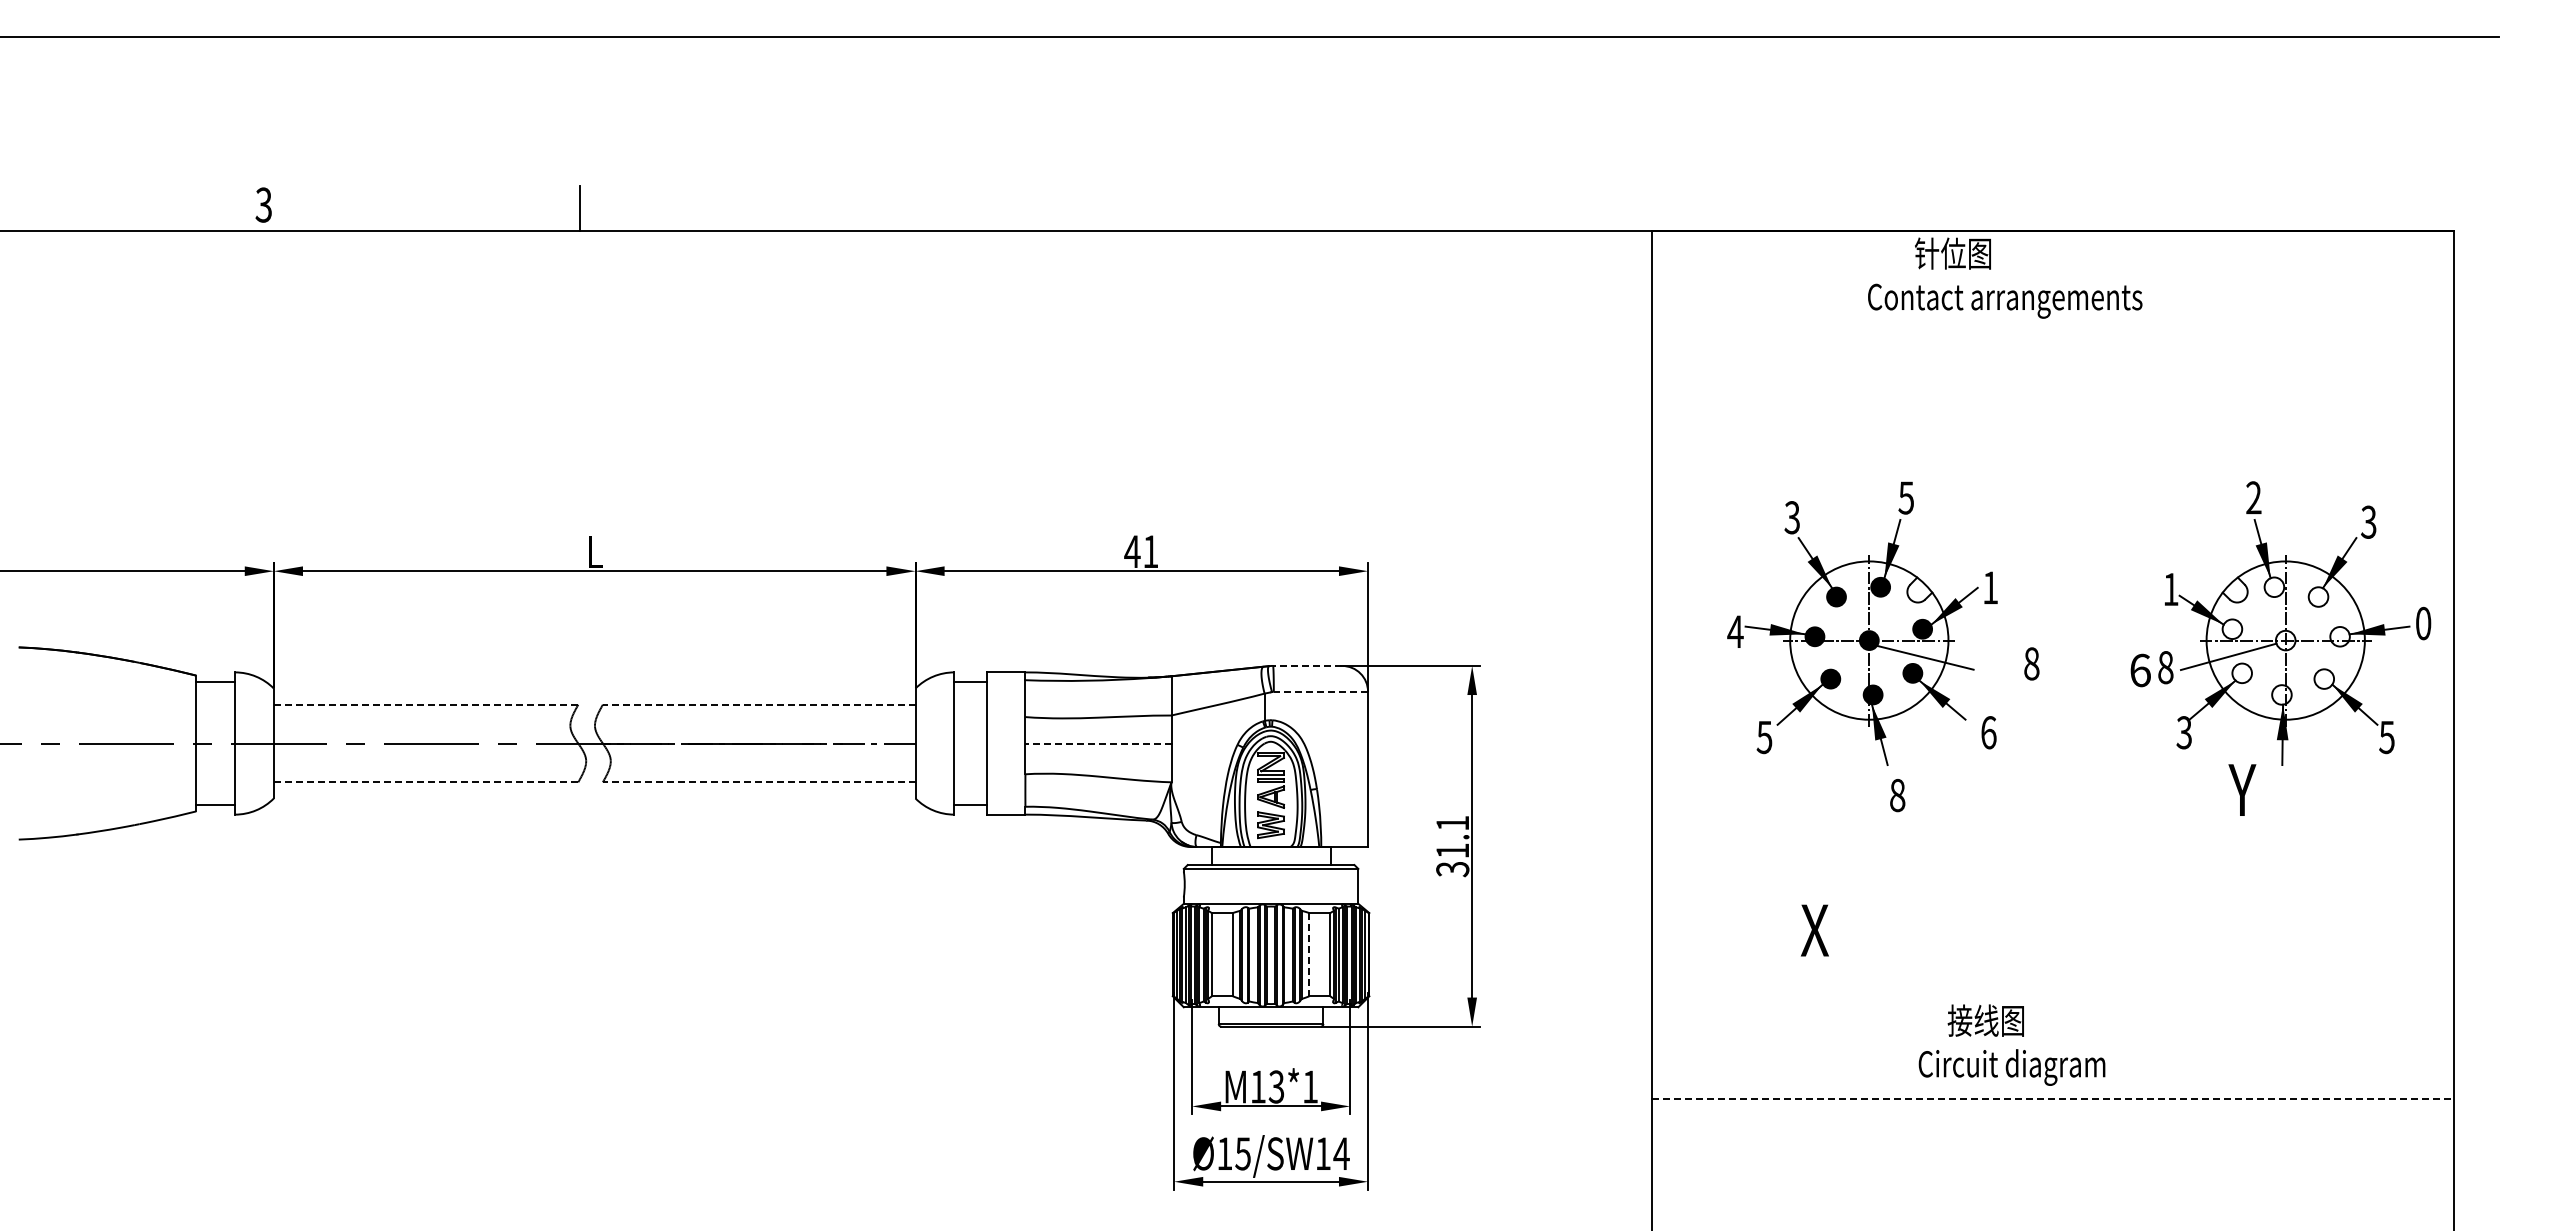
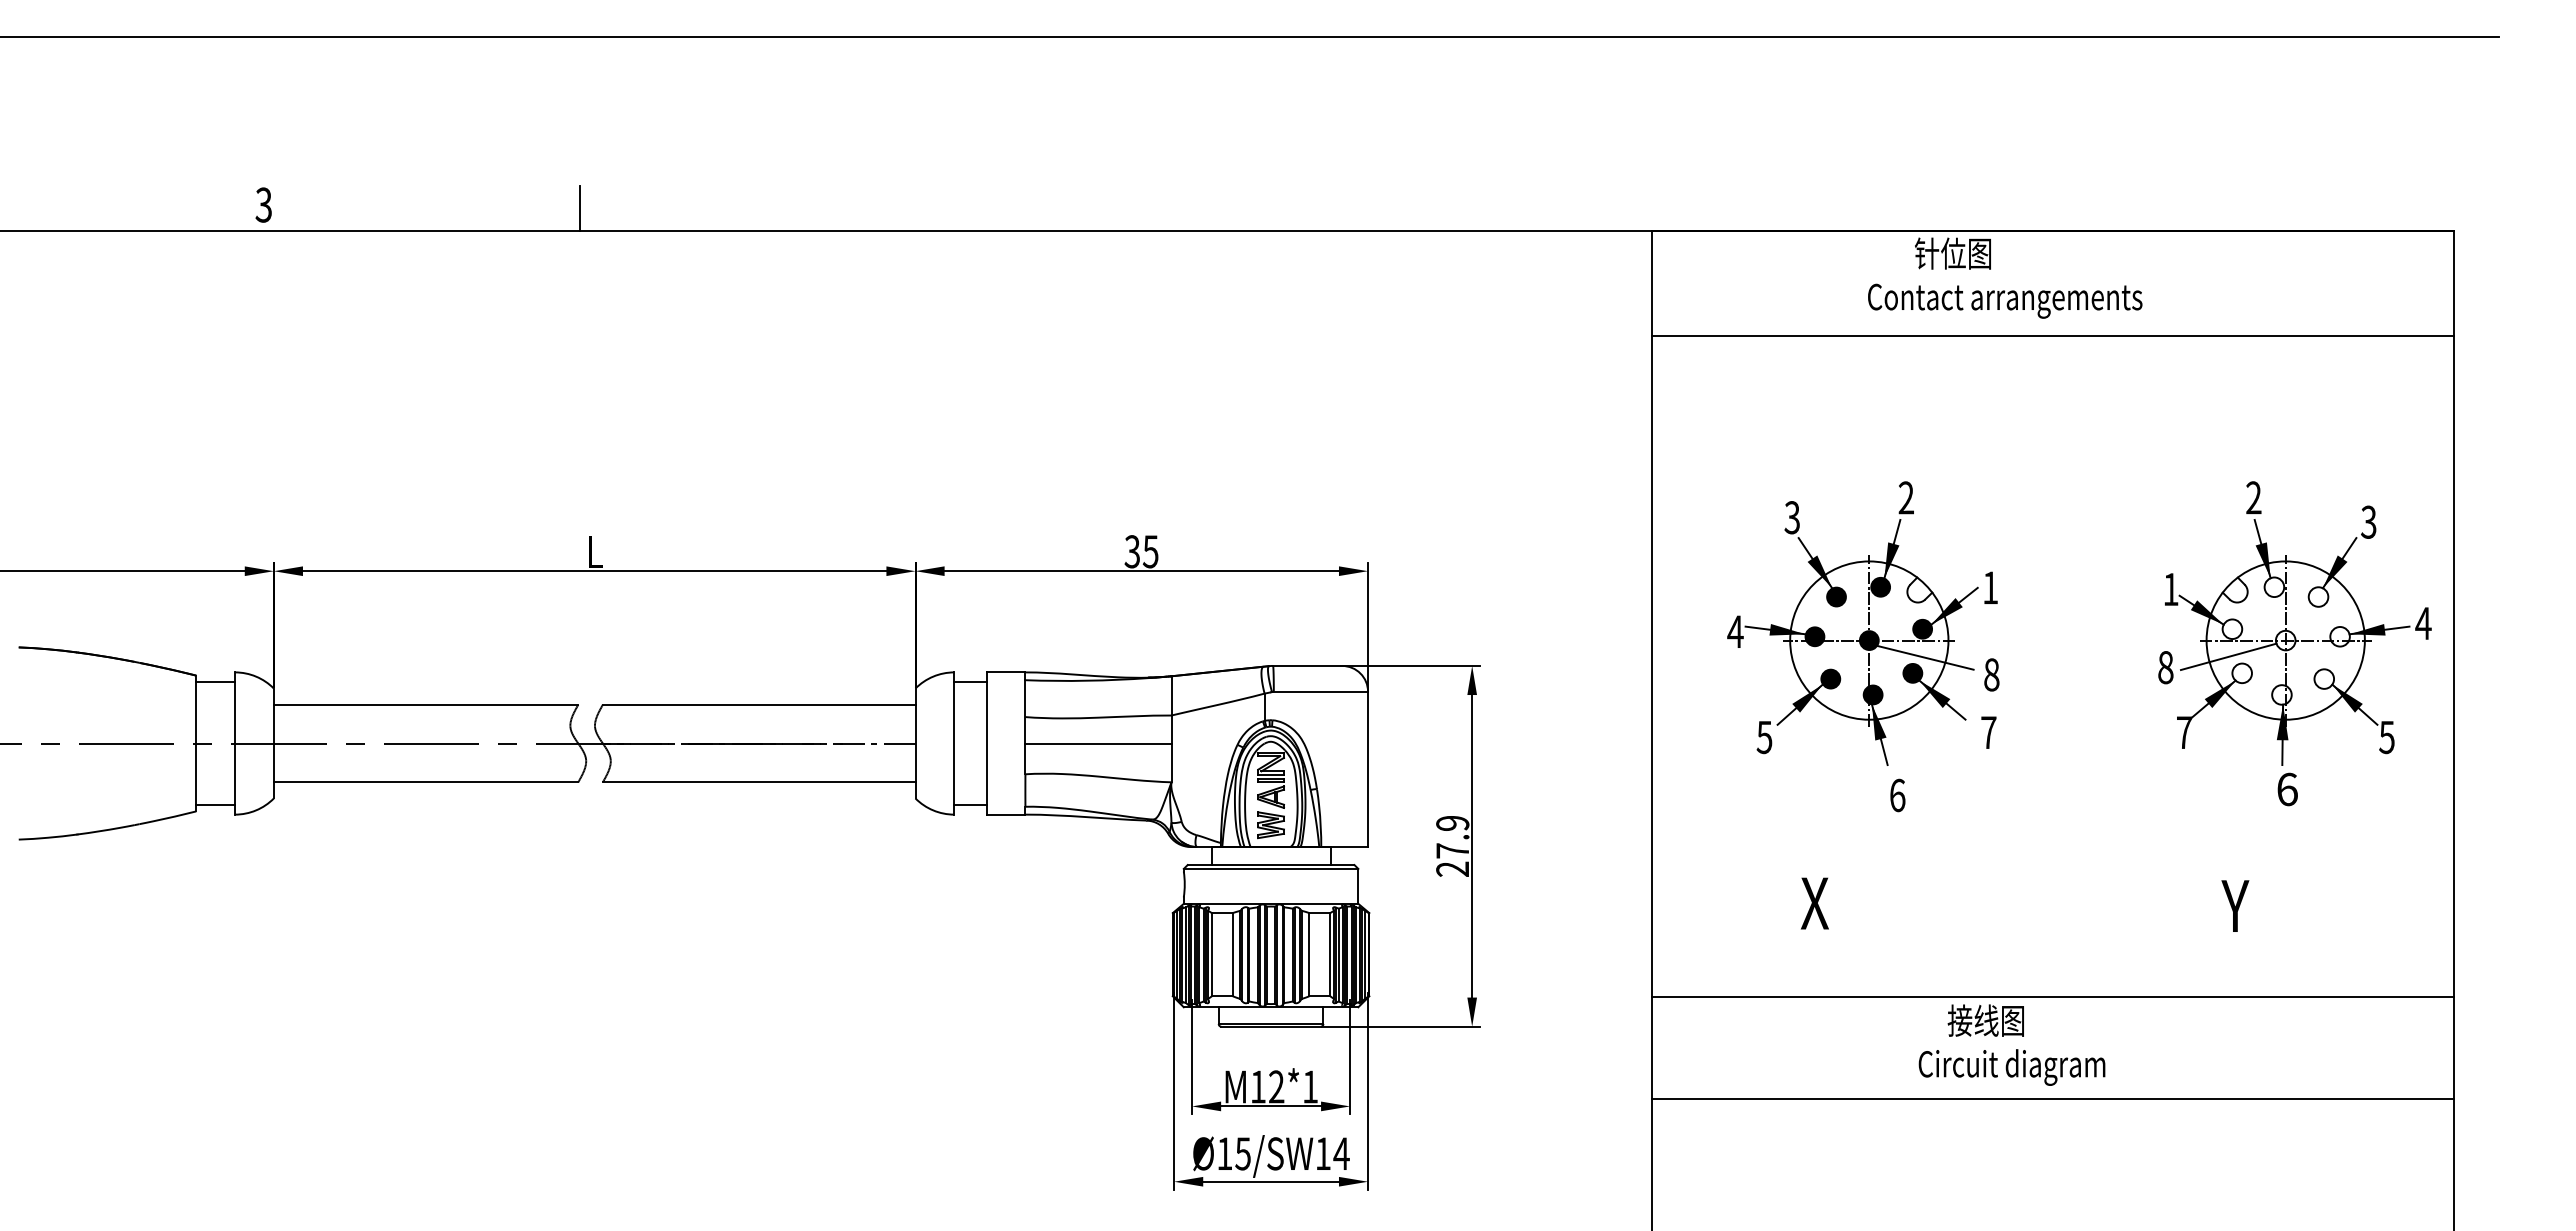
line at (2052, 335): none -> present
text at (1905, 497): 5 -> 2
text at (1141, 551): 41 -> 35
text at (2423, 623): 0 -> 4
text at (2031, 663) position: (2031, 663) -> (1991, 674)
line at (1307, 665): dashed -> solid
text at (2140, 670) position: (2140, 670) -> (2287, 789)
line at (1320, 691): dashed -> solid
line at (426, 704): dashed -> solid
line at (758, 704): dashed -> solid
text at (1988, 732): 6 -> 7
text at (2183, 732): 3 -> 7
line at (1097, 743): dashed -> solid
line at (426, 782): dashed -> solid
line at (758, 782): dashed -> solid
text at (2242, 789) position: (2242, 789) -> (2235, 905)
text at (1897, 795): 8 -> 6
text at (1452, 846): 31.1 -> 27.9
text at (1814, 930) position: (1814, 930) -> (1814, 903)
line at (1309, 954): dashed -> solid
line at (2052, 996): none -> present
text at (1276, 1086): M13*1 -> M12*1
line at (2053, 1099): dashed -> solid
